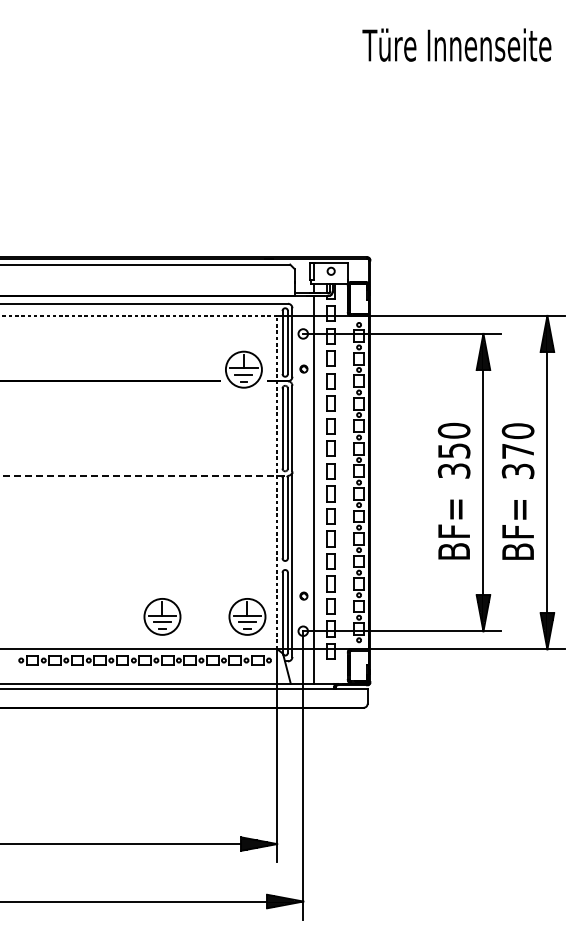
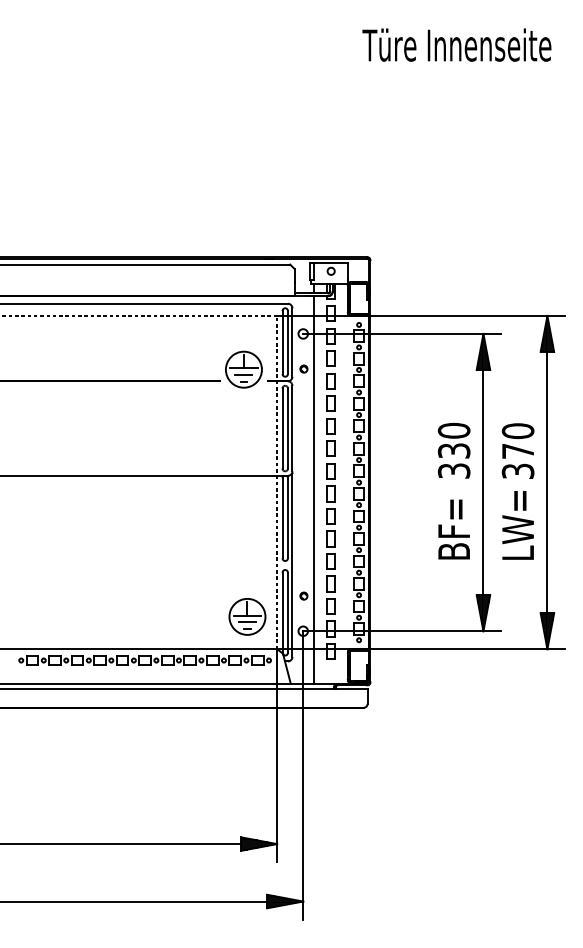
text at (453, 450): 350 -> 330
line at (144, 475): dashed -> solid
text at (517, 523): BF= -> LW=
part at (162, 616): present -> none
